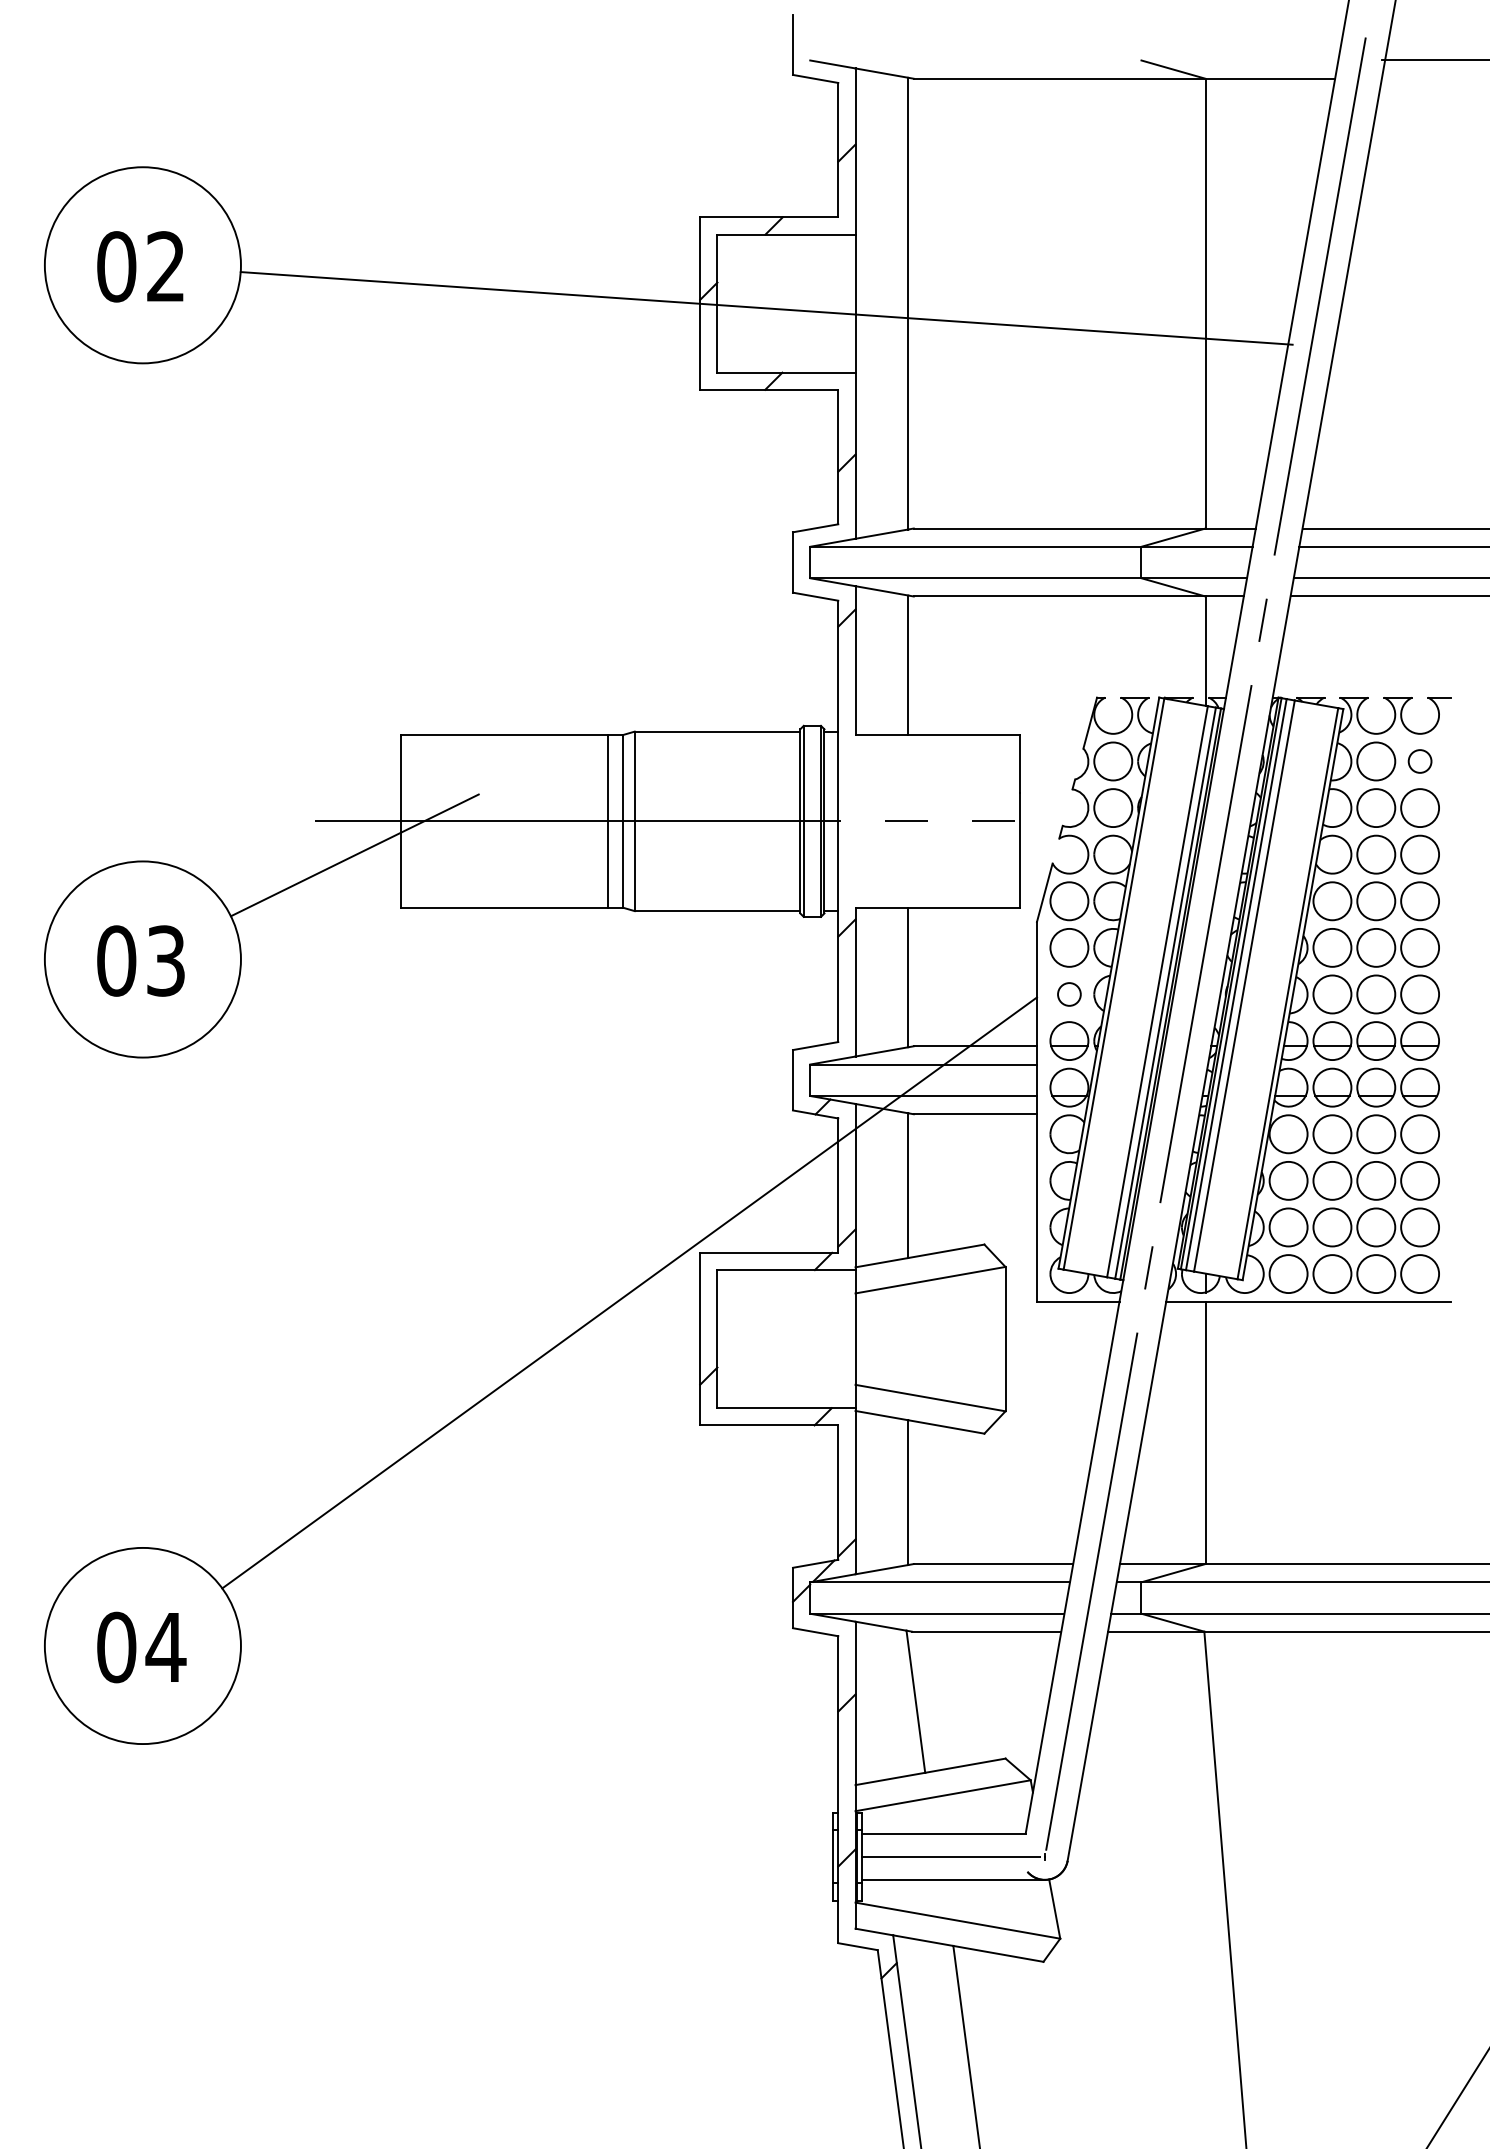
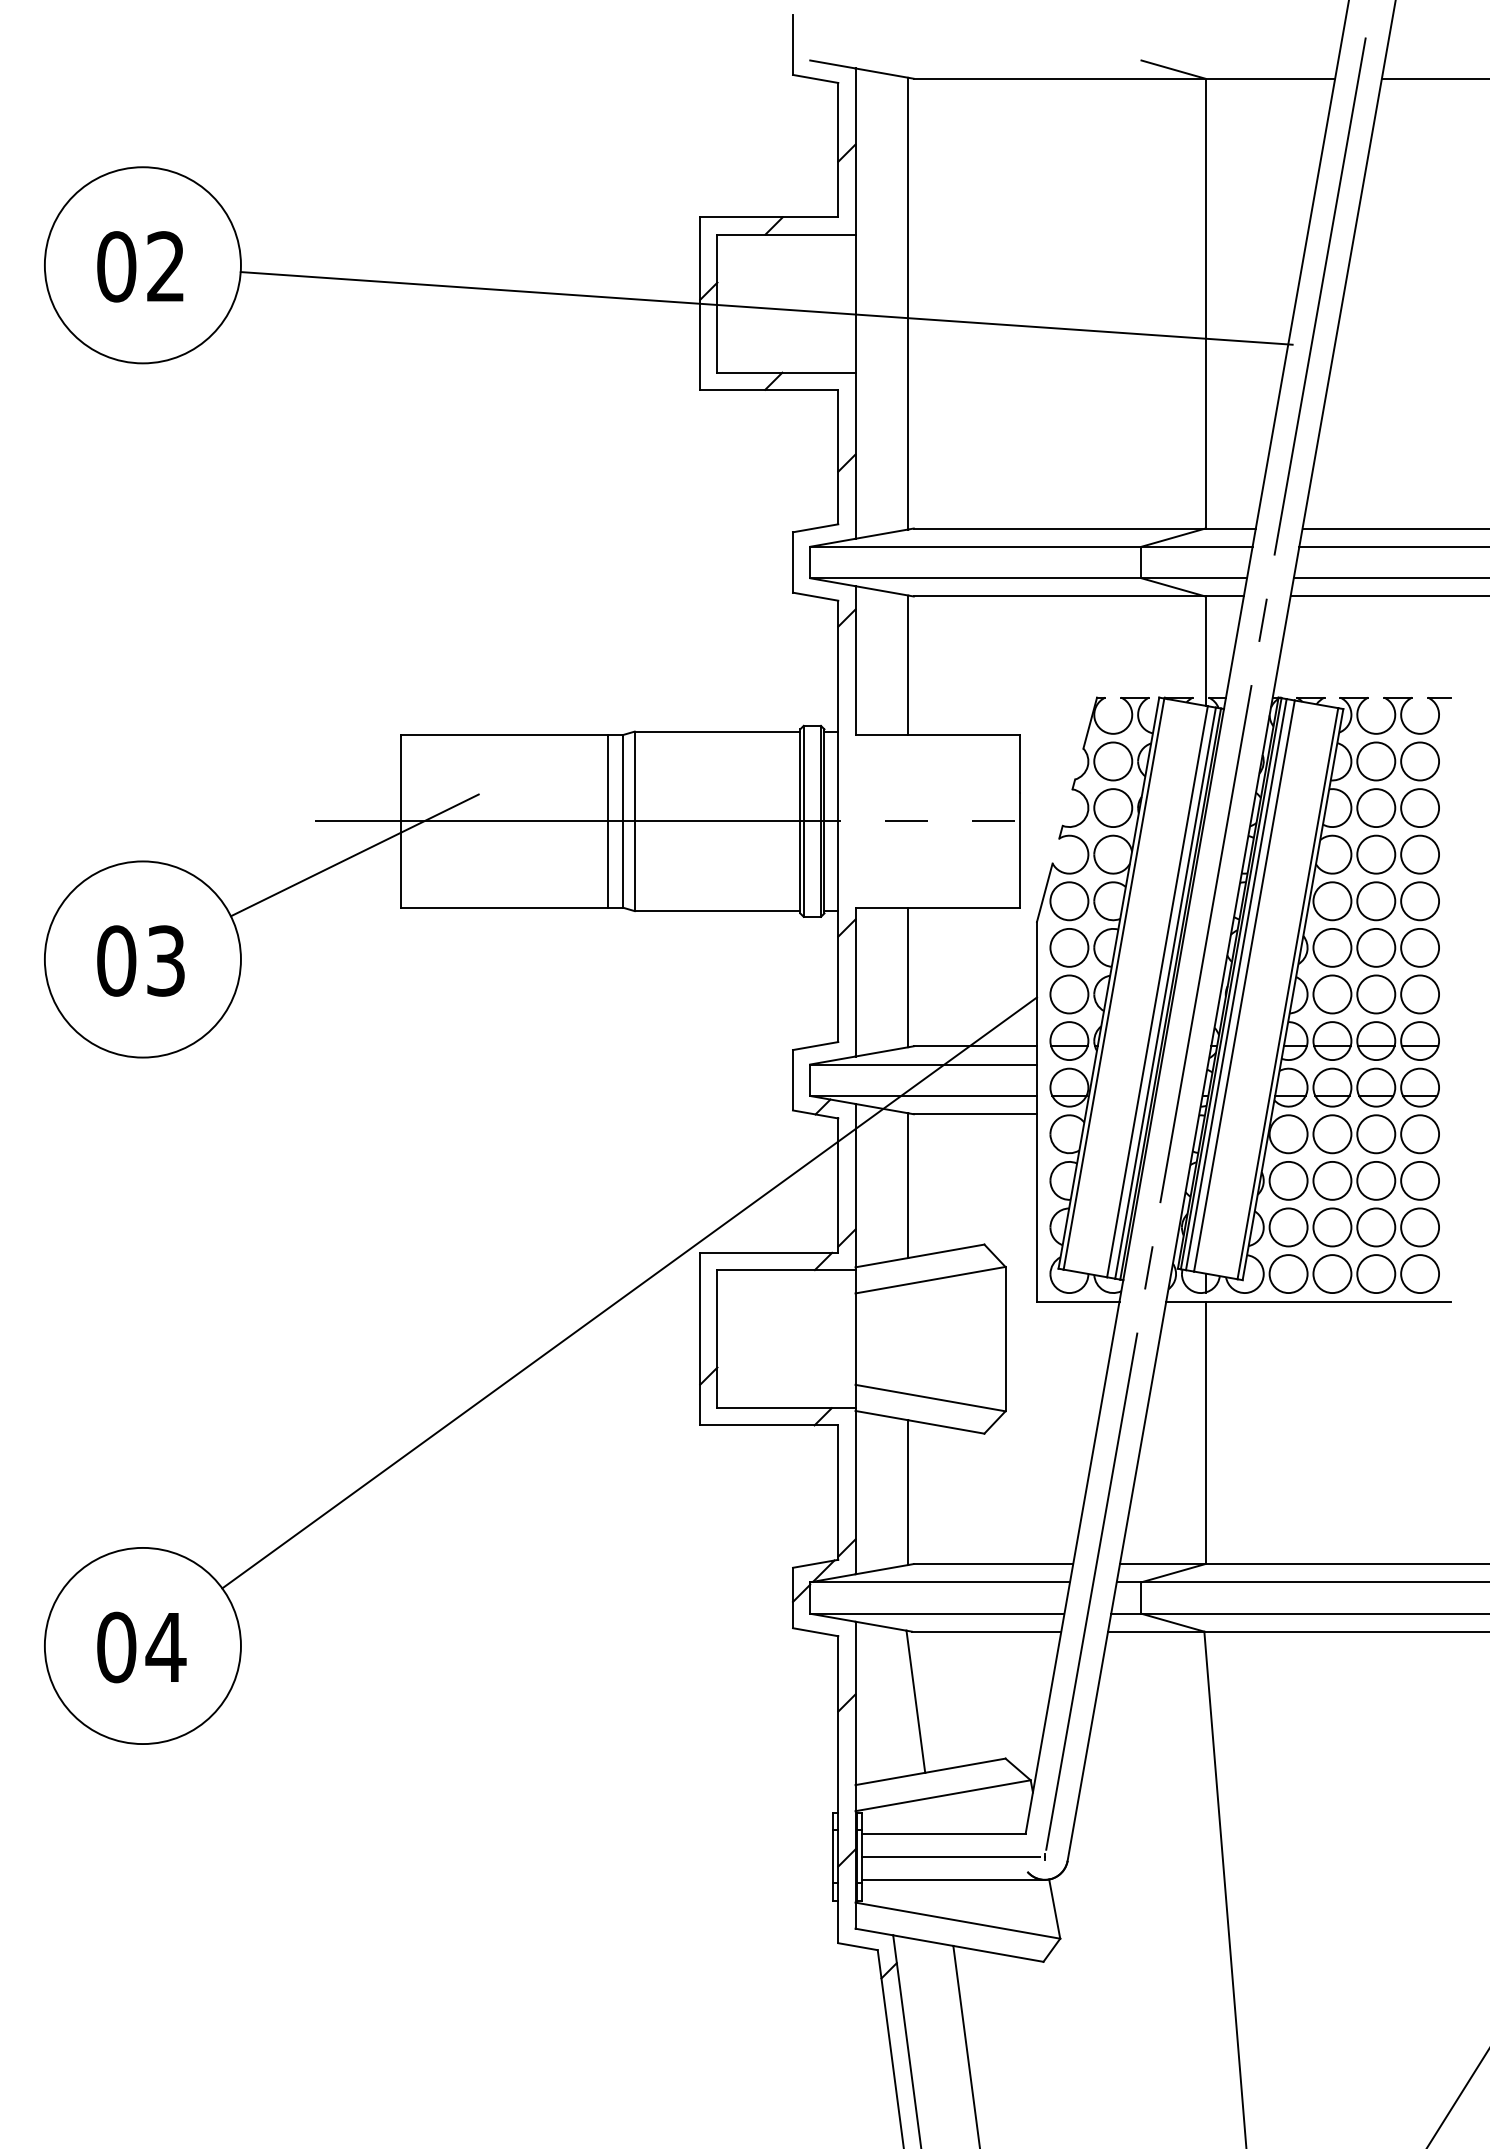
line at (1433, 59) position: (1433, 59) -> (1433, 78)
circle at (1419, 761) diameter: 23 px -> 38 px
circle at (1069, 994) diameter: 23 px -> 38 px
